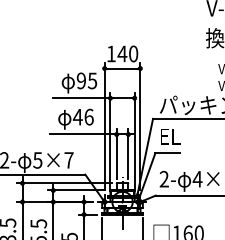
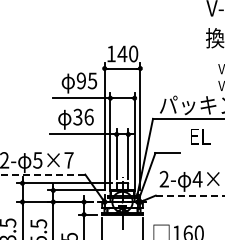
text at (77, 116): 46 -> 36
text at (170, 136) position: (170, 136) -> (200, 136)
line at (42, 174): solid -> dashed
line at (190, 195): solid -> dashed
